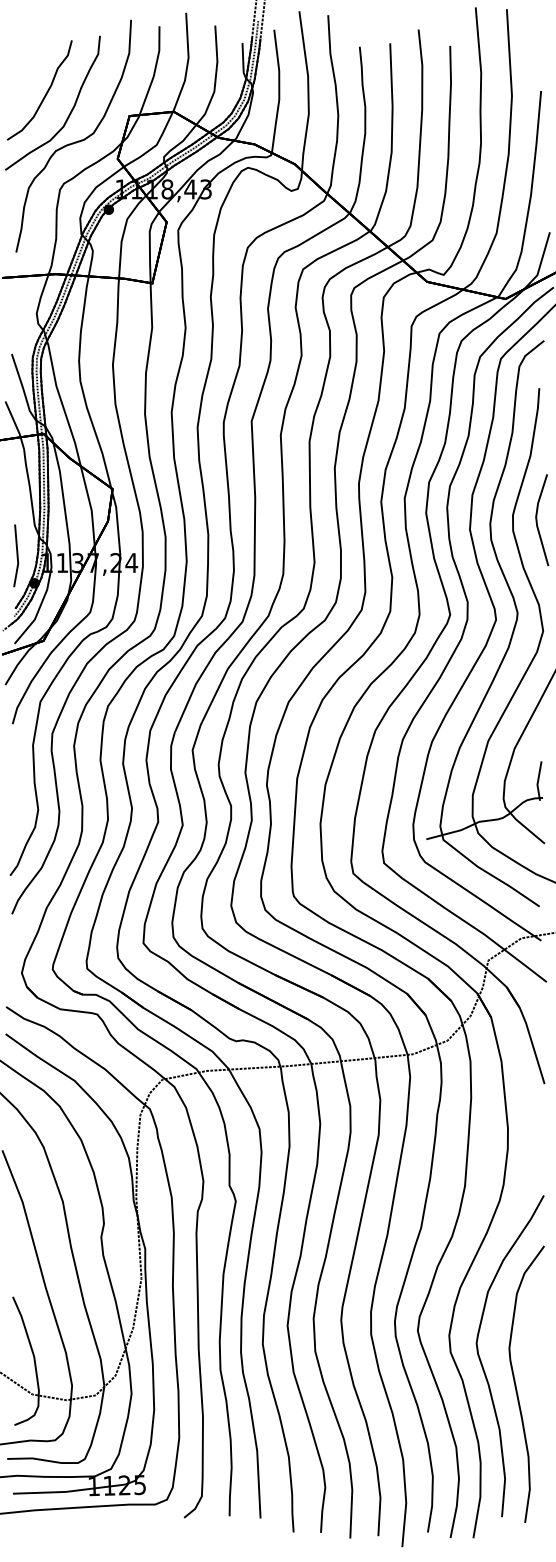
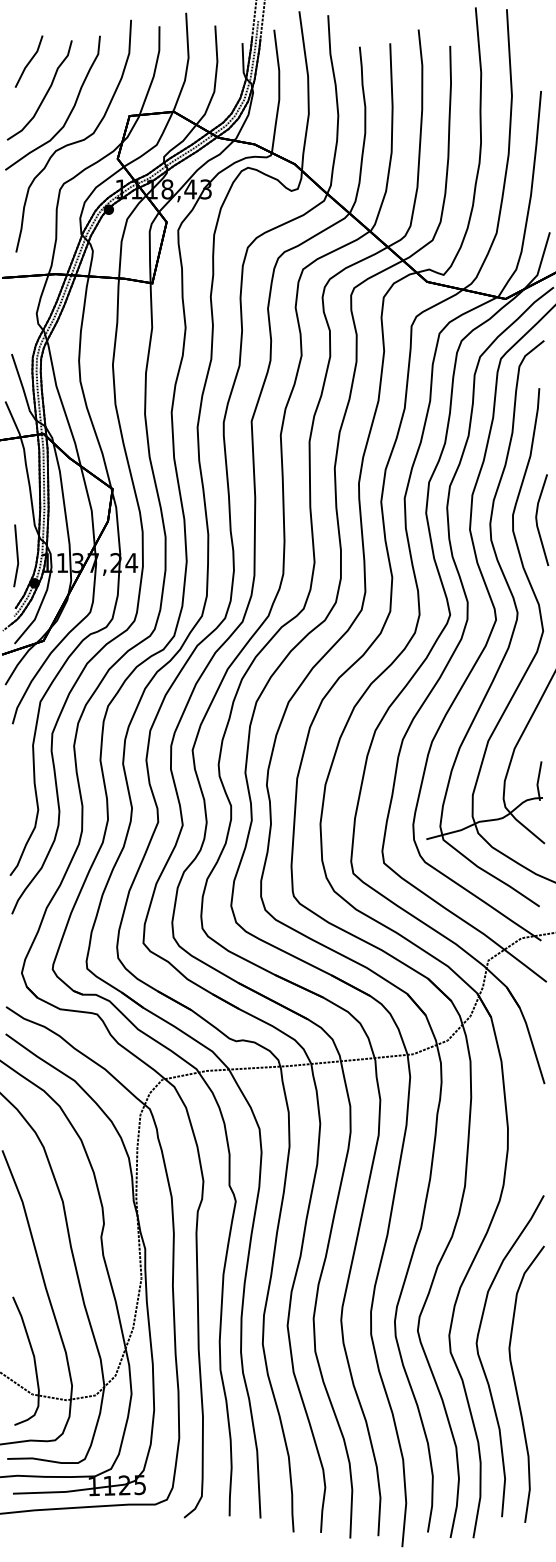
line at (28, 61): none -> present
